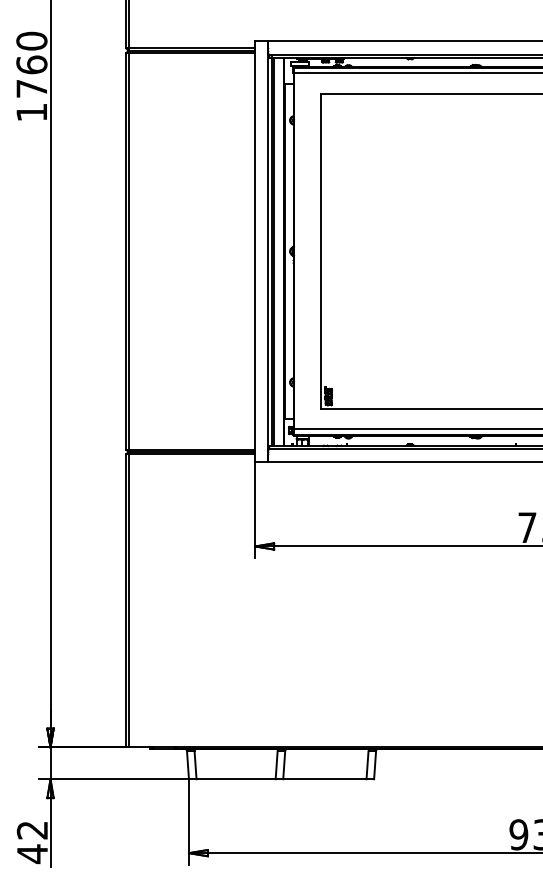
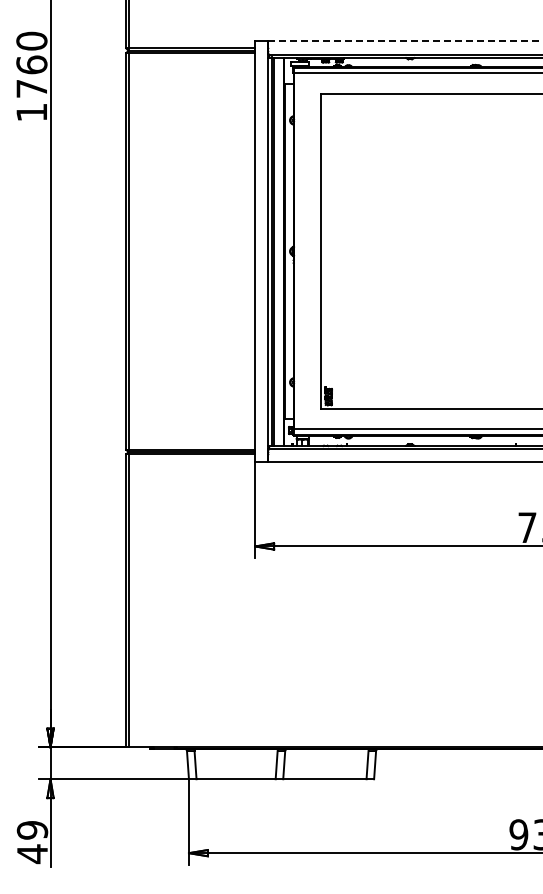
line at (405, 41): solid -> dashed
text at (32, 830): 42 -> 49
